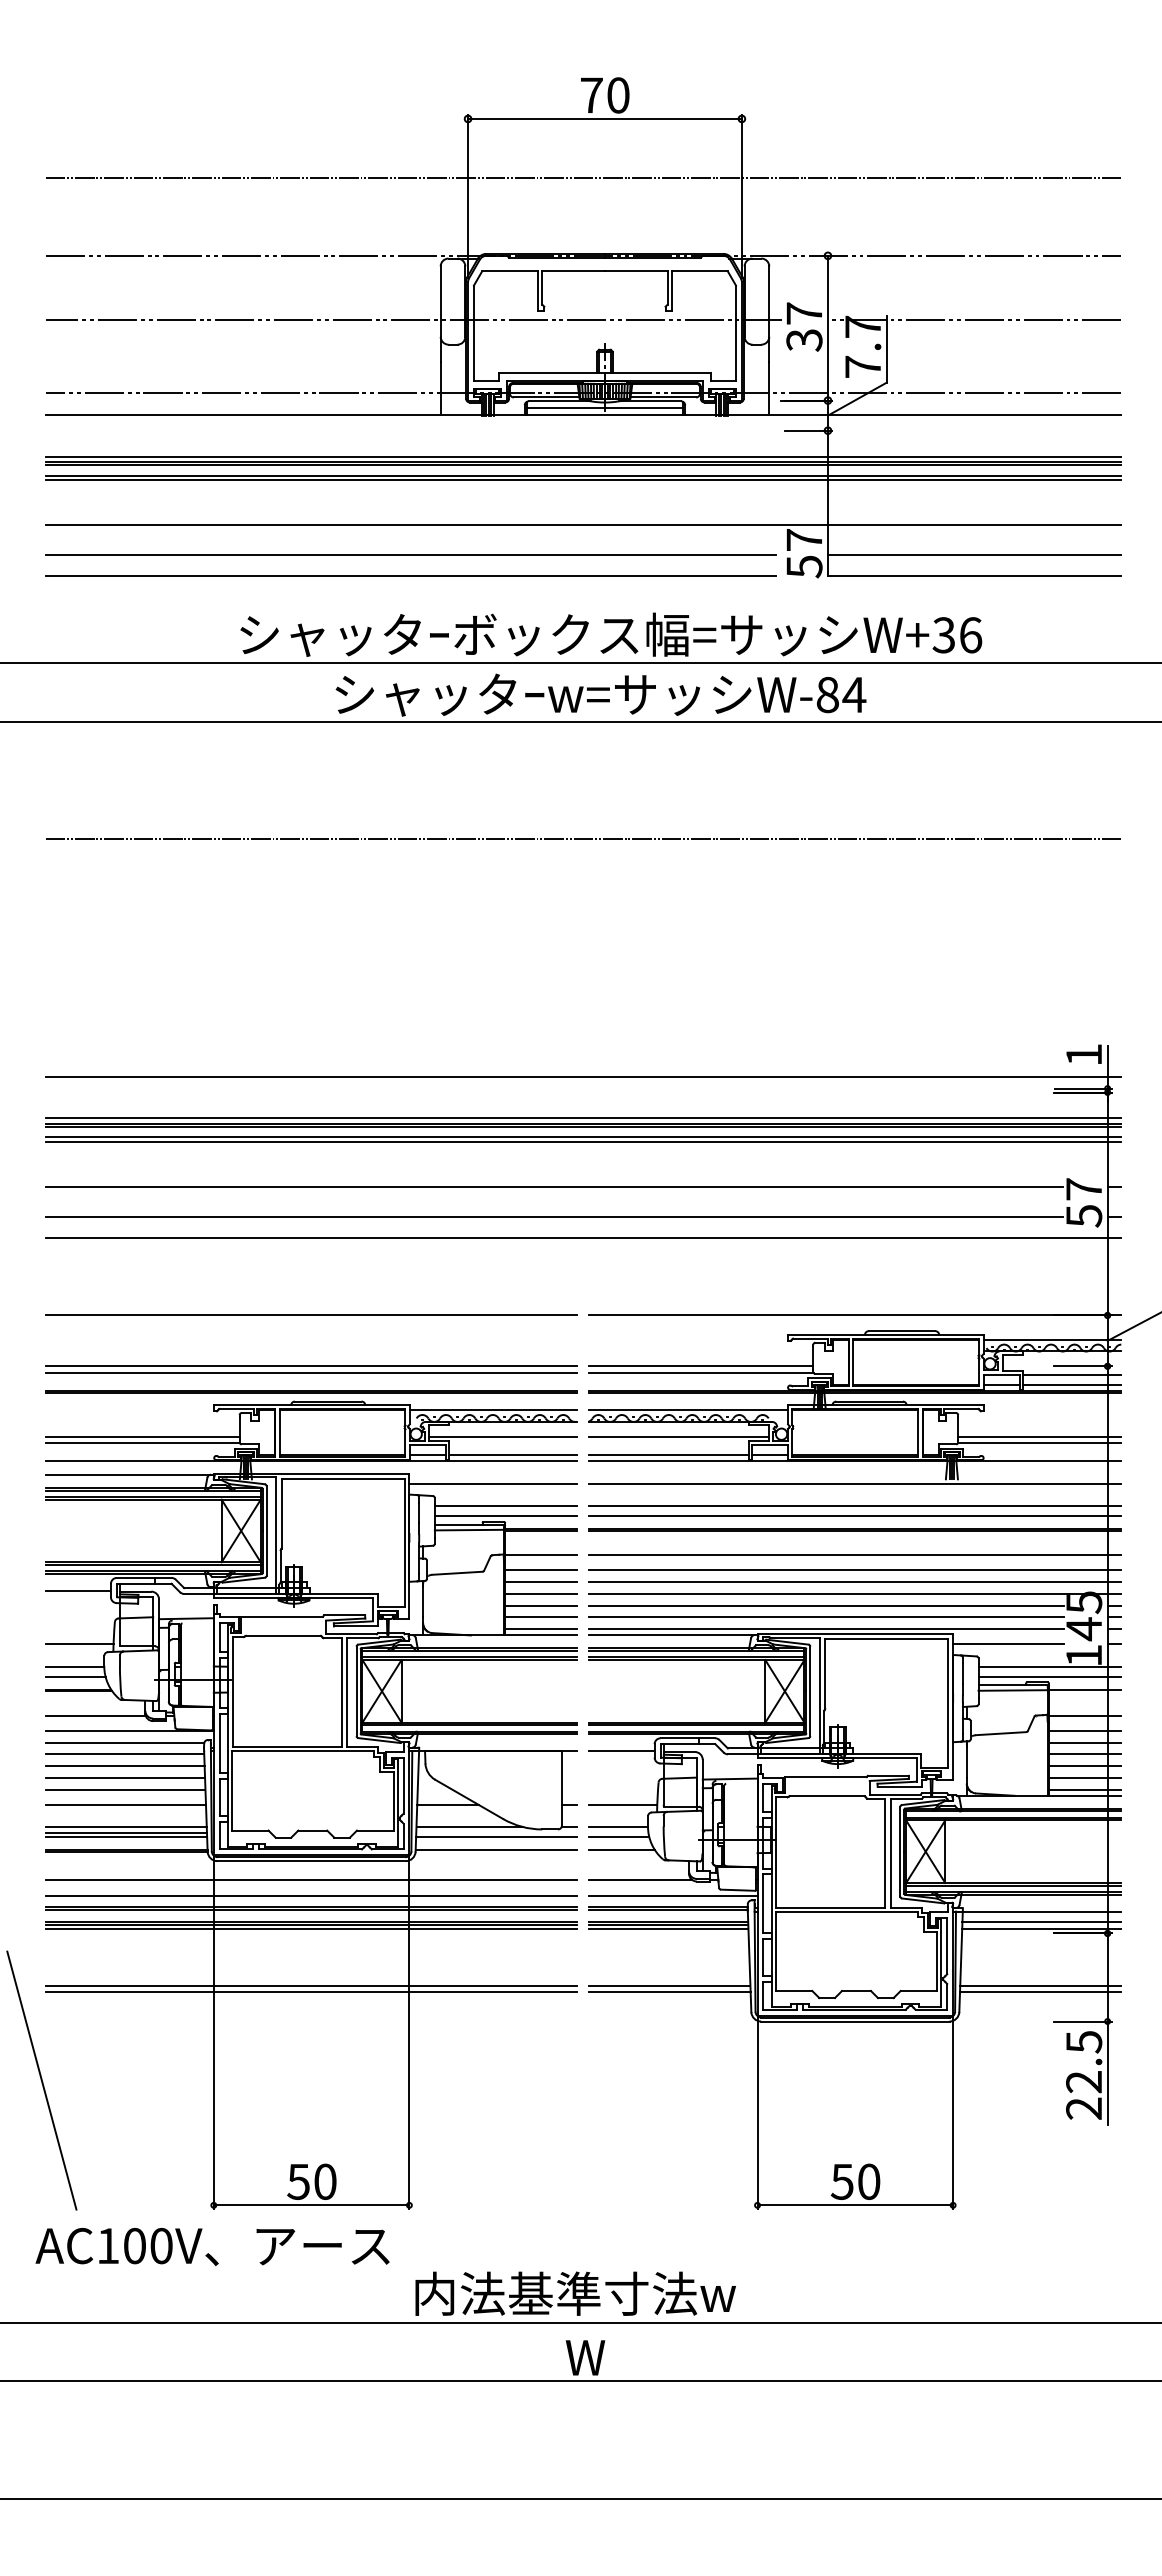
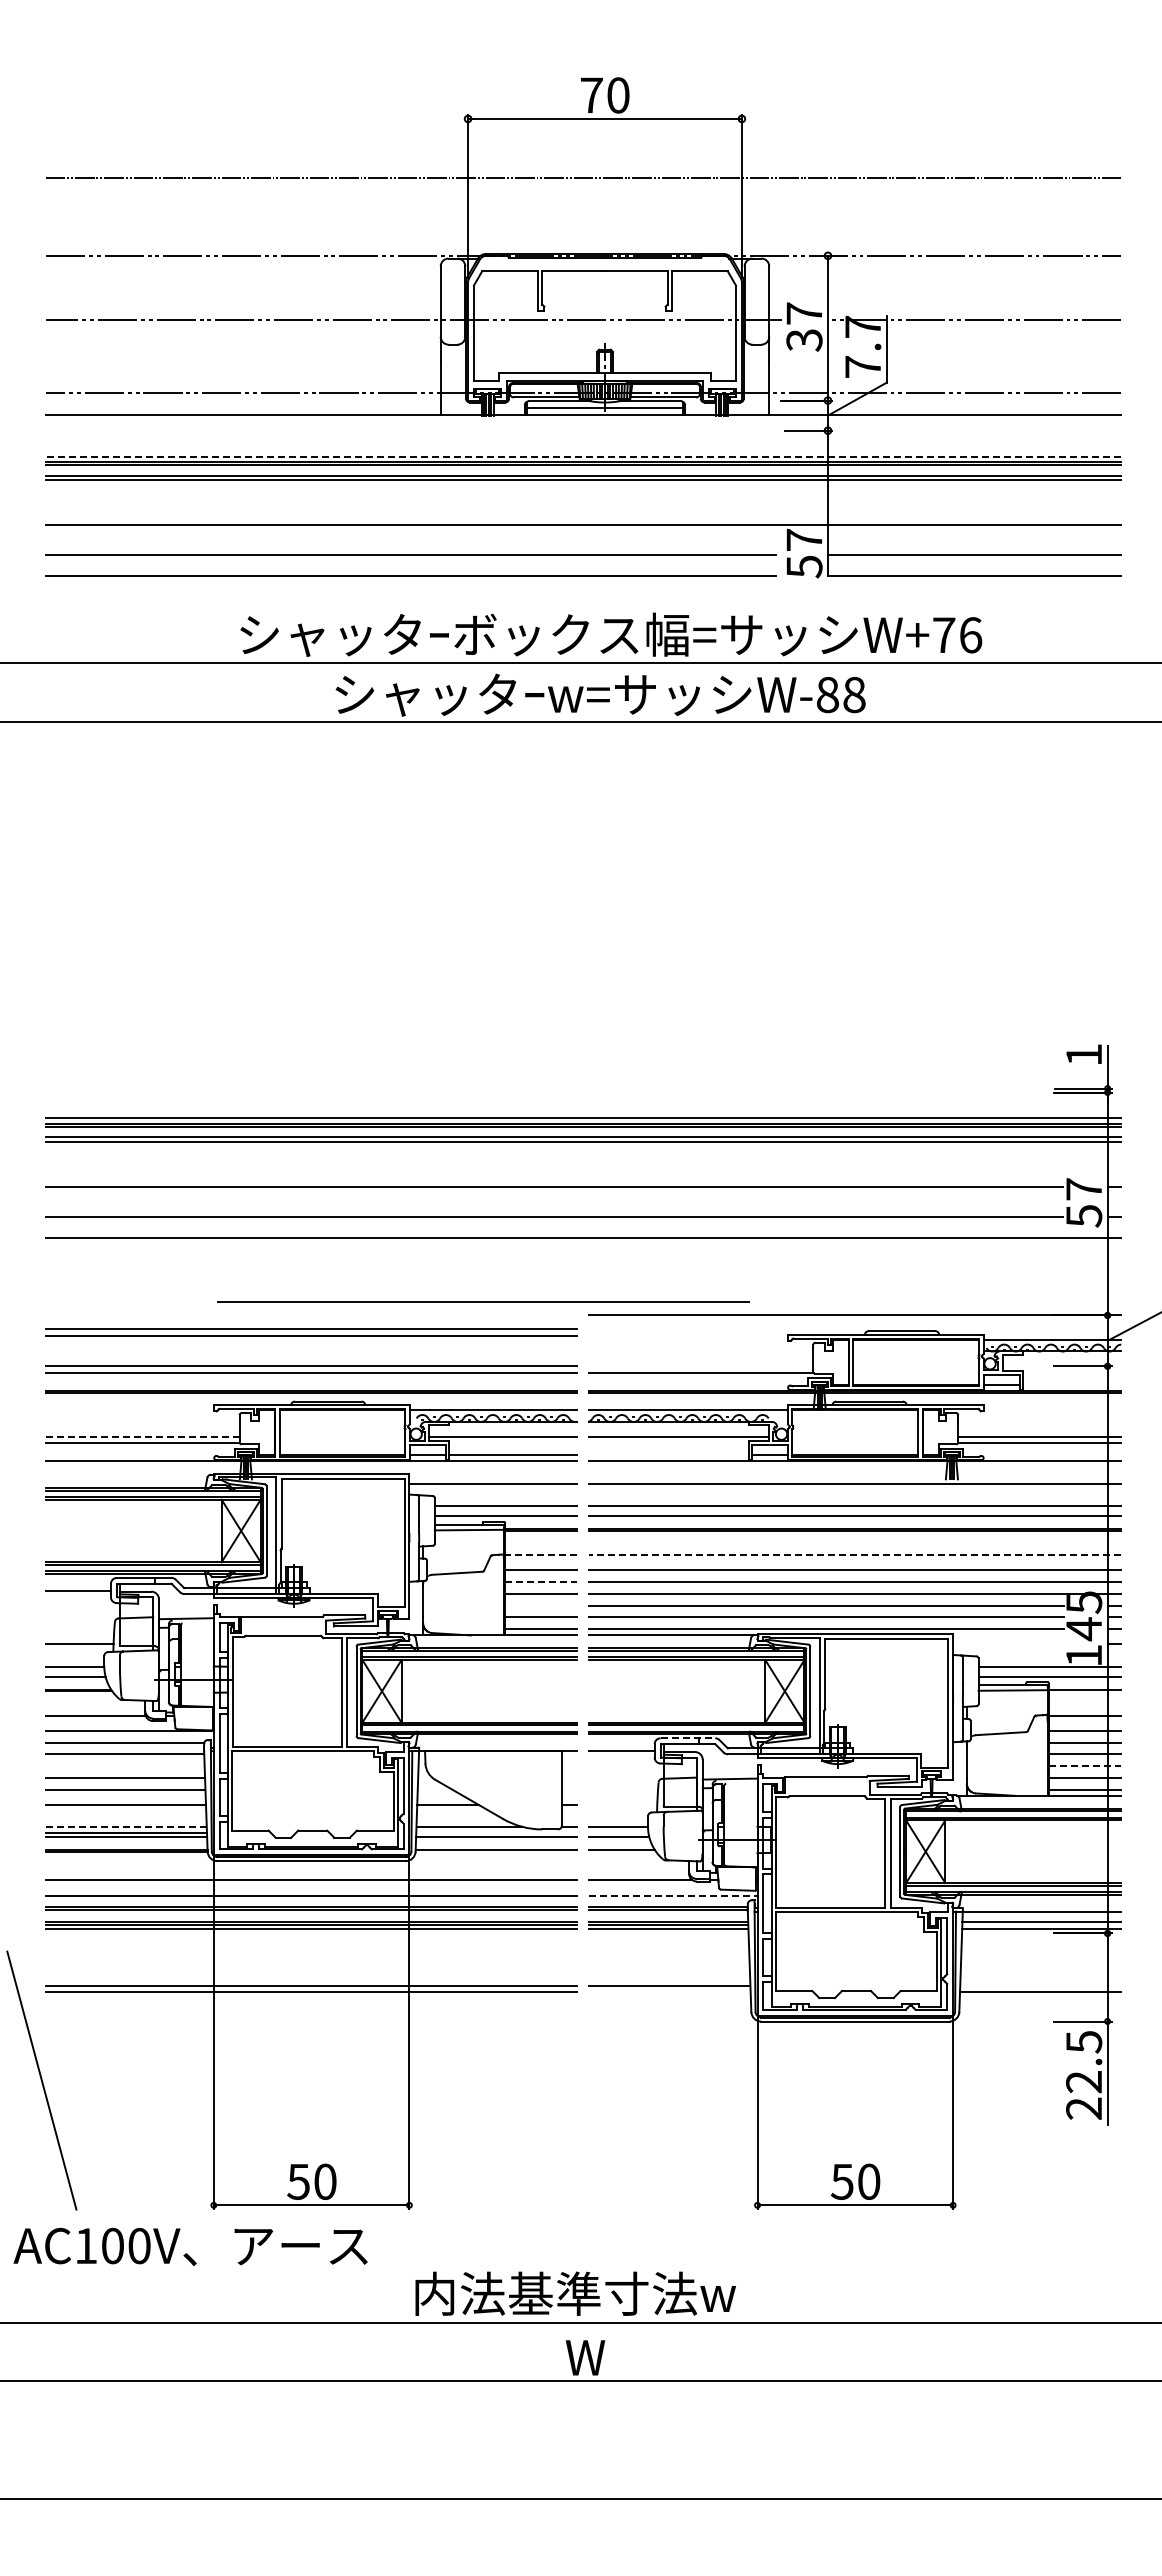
line at (583, 456): solid -> dashed
text at (943, 635): W+36 -> W+76
text at (854, 695): W-84 -> W-88
line at (583, 839): present -> none
line at (583, 1076): present -> none
line at (311, 1314) position: (311, 1314) -> (483, 1301)
part at (311, 1332): none -> present
line at (700, 1366): present -> none
line at (1071, 1374): present -> none
line at (1071, 1384): present -> none
line at (142, 1436): solid -> dashed
line at (668, 1455): present -> none
line at (127, 1475): present -> none
line at (541, 1555): solid -> dashed
line at (854, 1555): solid -> dashed
line at (541, 1582): solid -> dashed
line at (540, 1605): present -> none
line at (1008, 1644): present -> none
line at (688, 1738): solid -> dashed
line at (124, 1766): present -> none
line at (1085, 1766): solid -> dashed
line at (622, 1804): present -> none
line at (126, 1827): solid -> dashed
line at (673, 1895): solid -> dashed
line at (1040, 1986): present -> none
line at (669, 1992): present -> none
text at (212, 2247) position: (212, 2247) -> (190, 2247)
